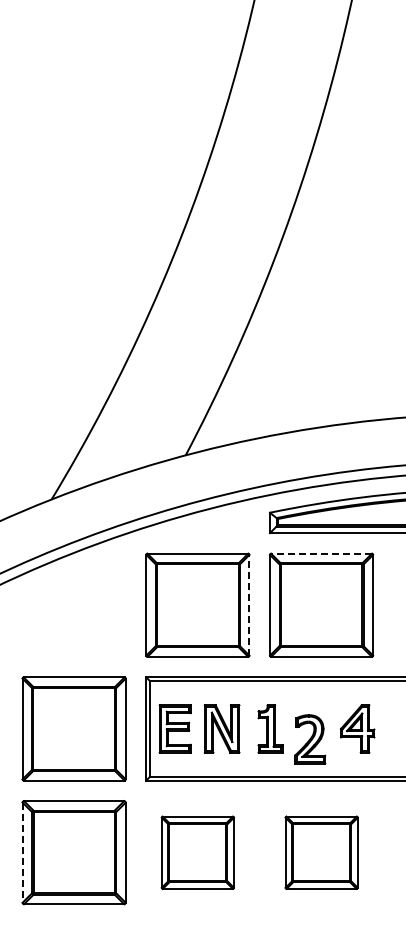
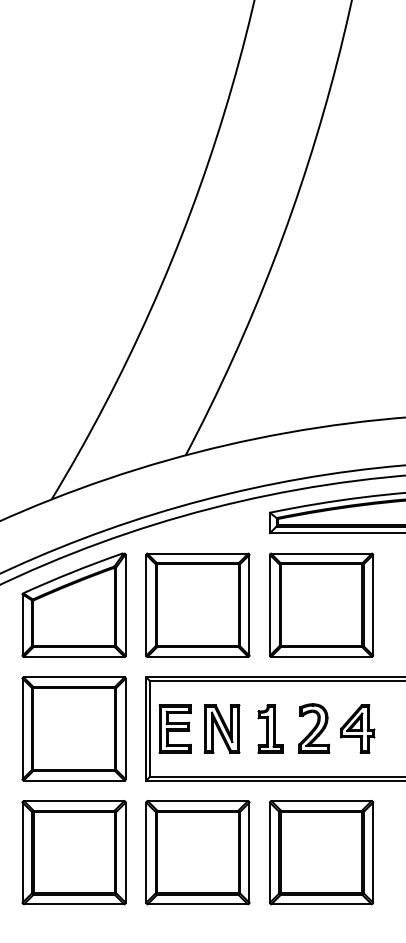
line at (321, 553): dashed -> solid
part at (73, 604): none -> present
line at (249, 604): dashed -> solid
part at (310, 739) position: (310, 739) -> (314, 728)
part at (197, 852) size: 75x75 px -> 106x106 px
part at (321, 852) size: 75x75 px -> 106x106 px
line at (22, 853): dashed -> solid
